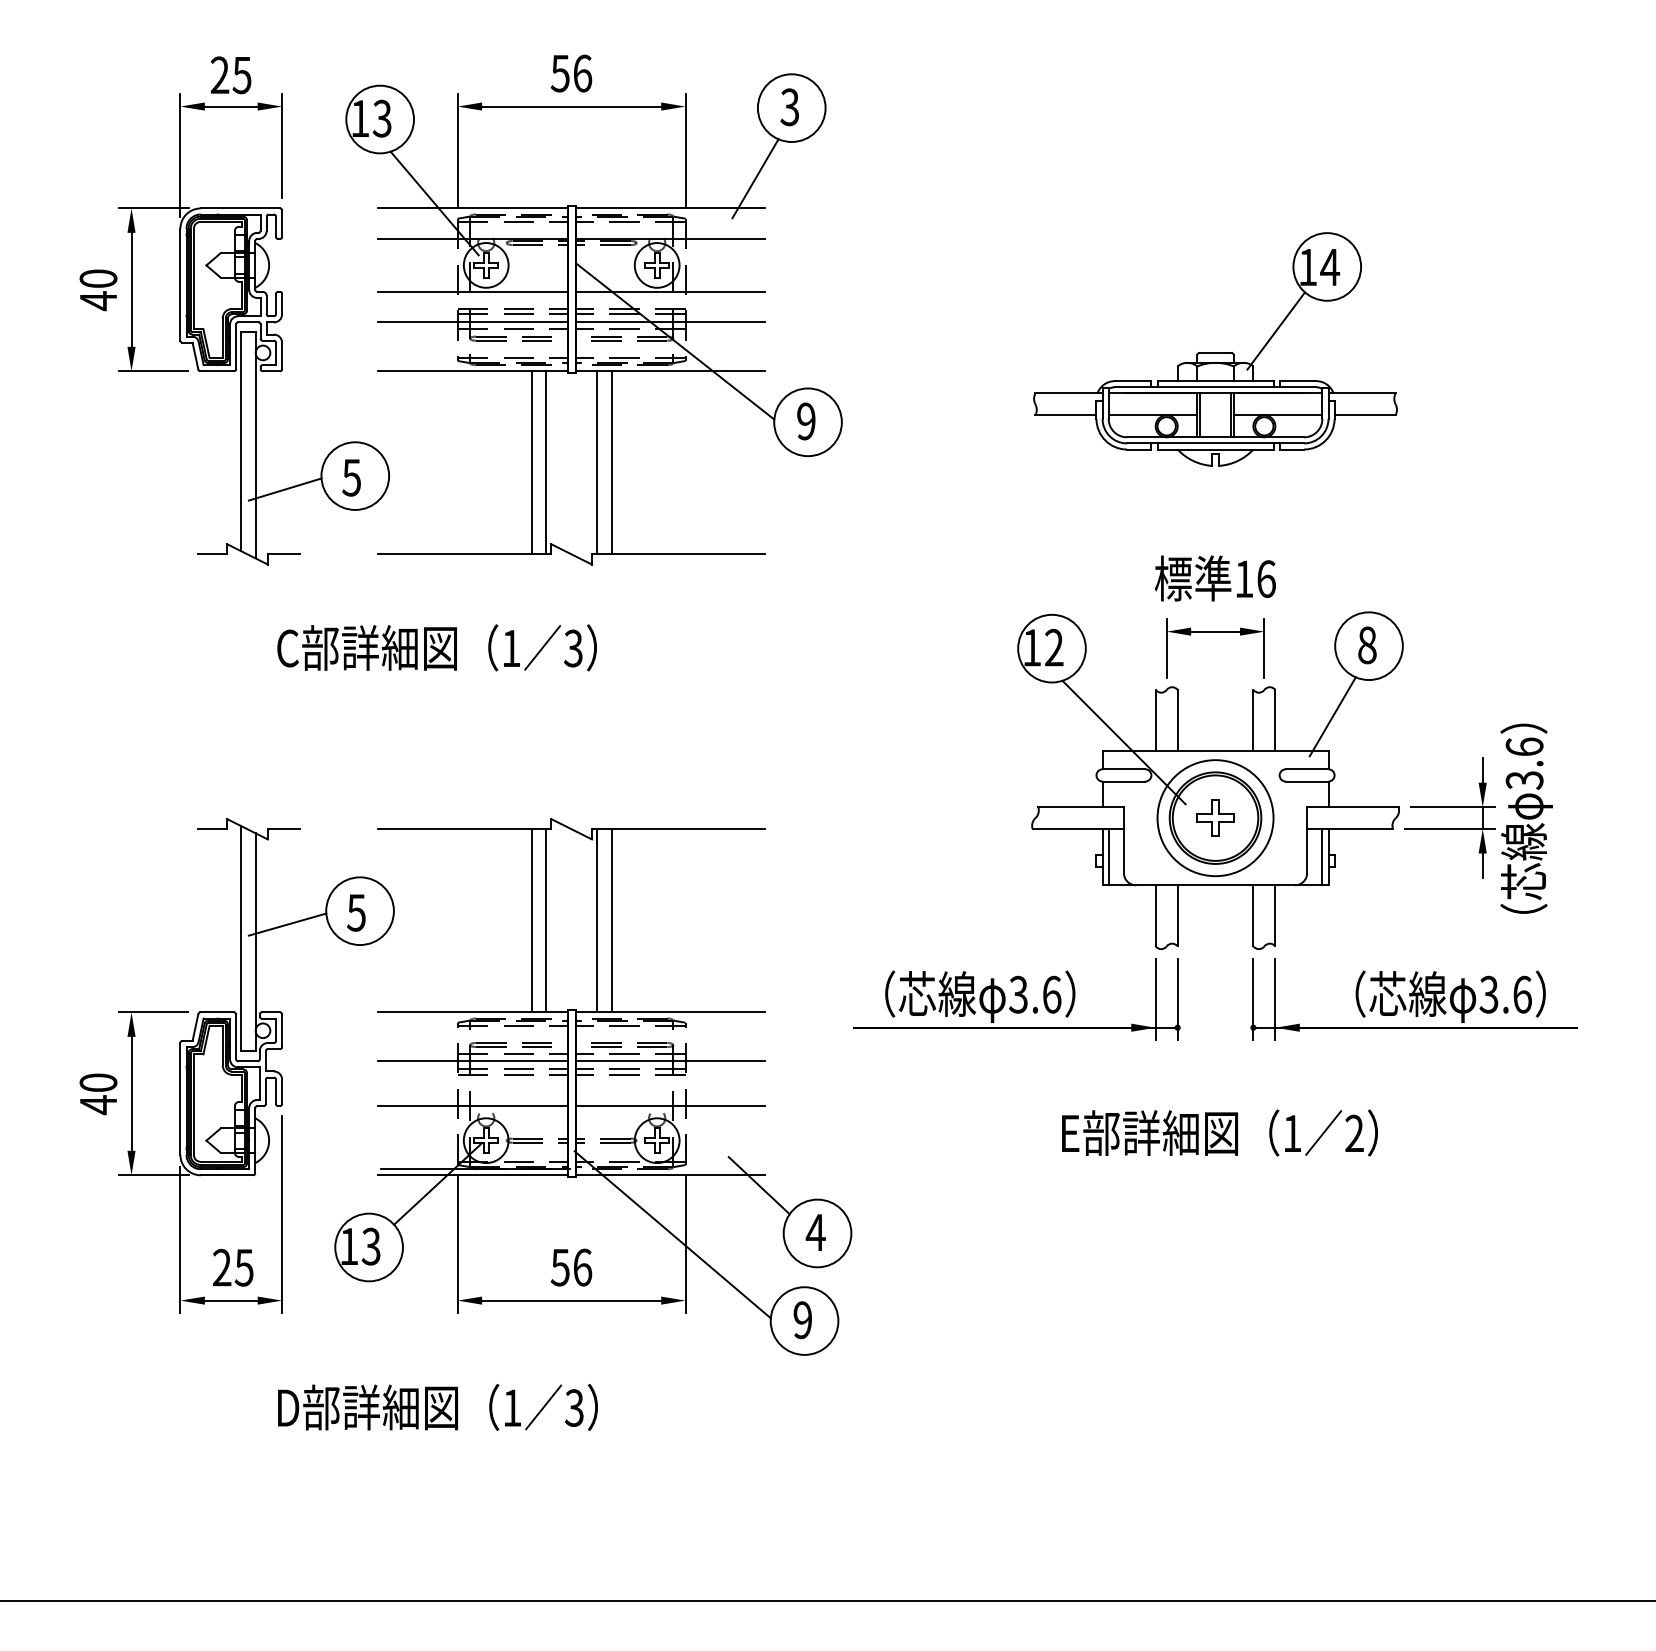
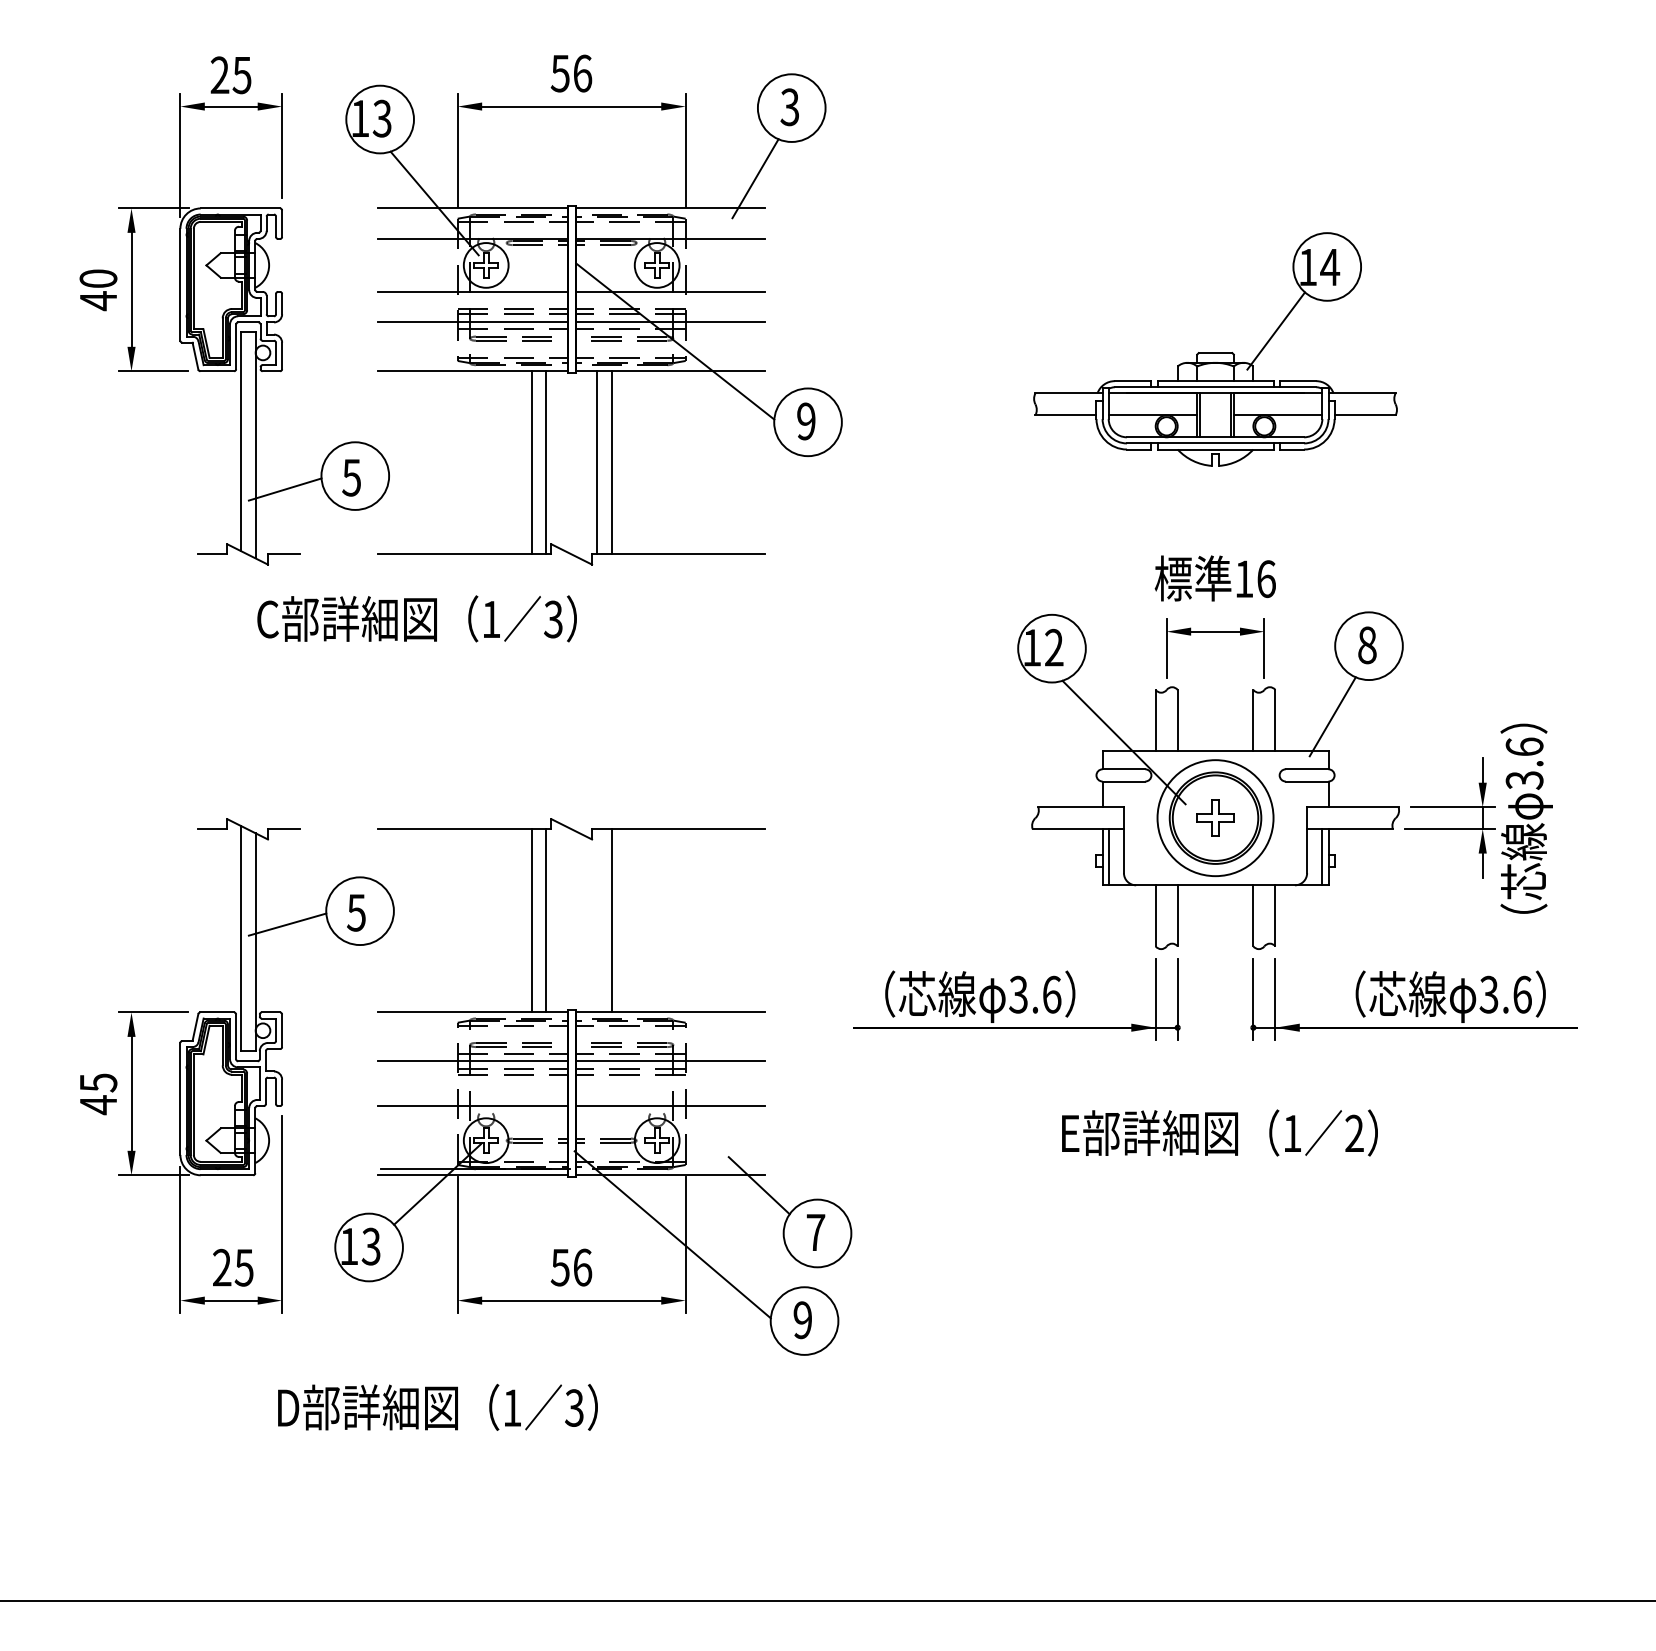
text at (436, 647) position: (436, 647) -> (416, 618)
line at (596, 920): present -> none
text at (98, 1082): 40 -> 45
text at (815, 1232): 4 -> 7
